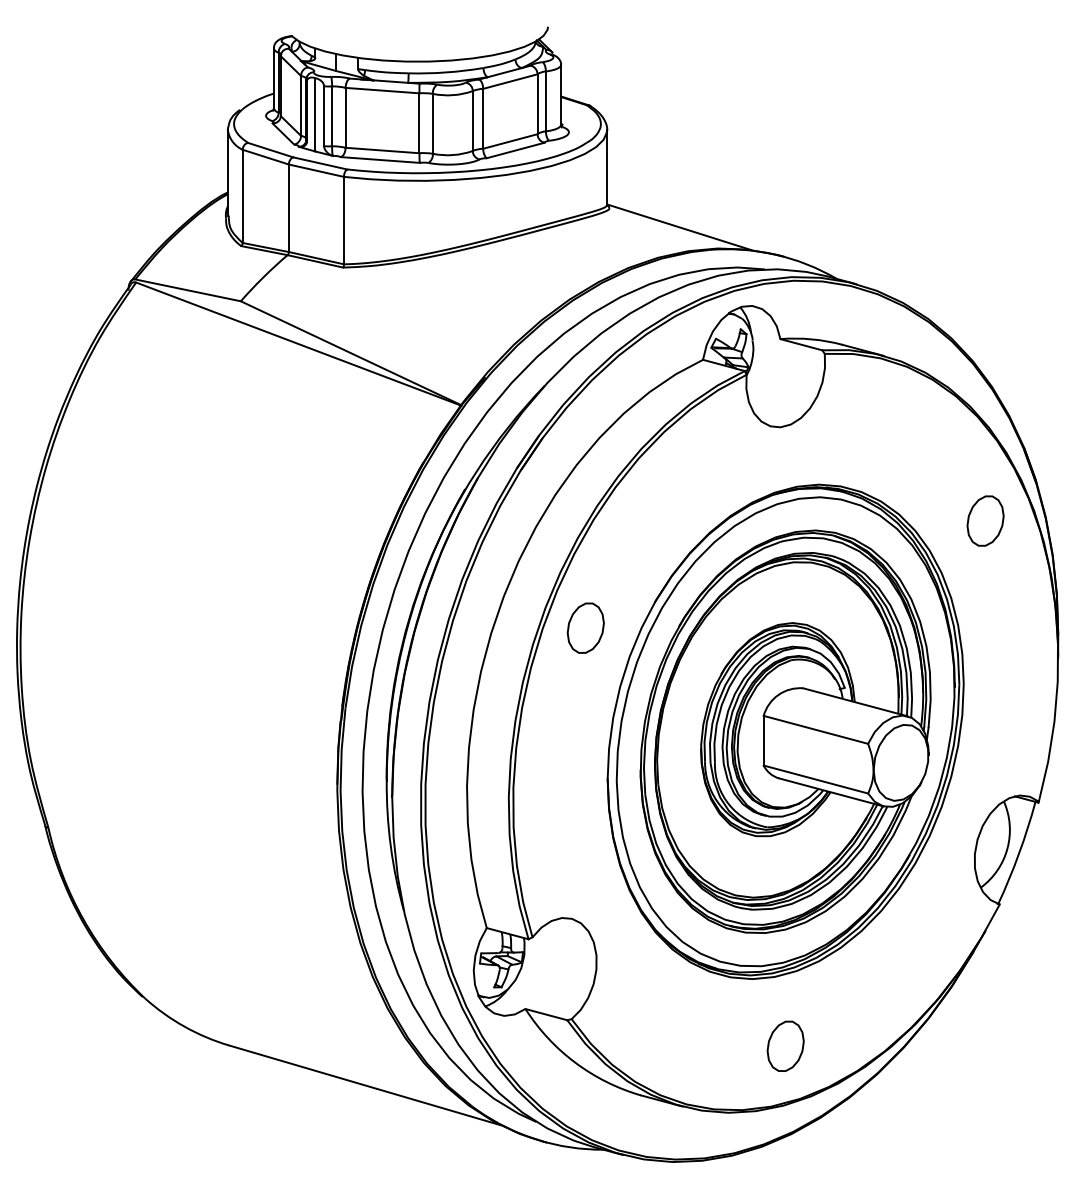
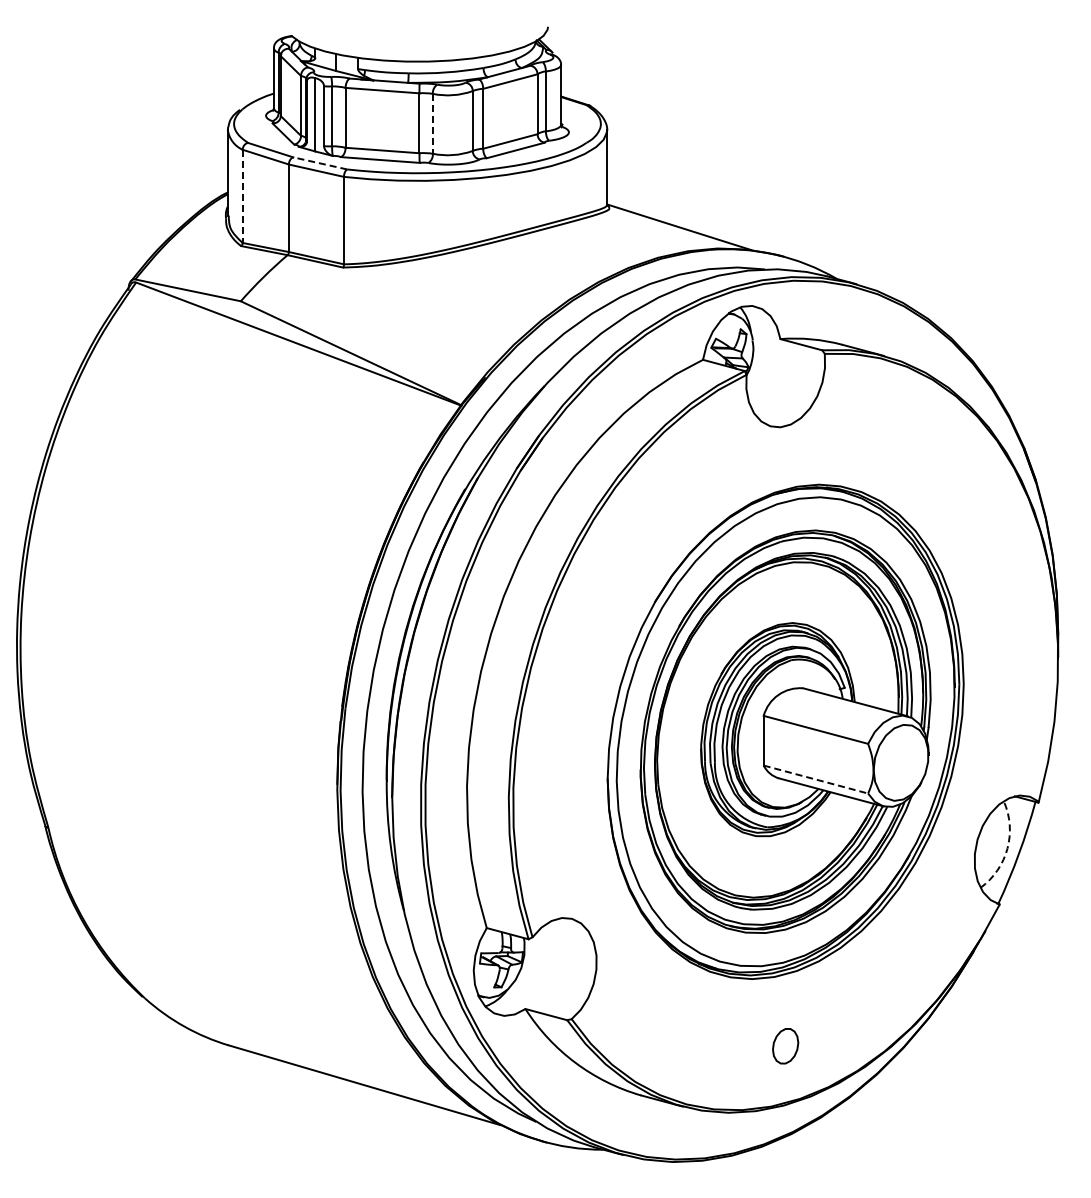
line at (432, 123): solid -> dashed
line at (320, 163): solid -> dashed
line at (242, 196): solid -> dashed
part at (985, 520): present -> none
part at (585, 627): present -> none
line at (816, 779): solid -> dashed
arc at (1007, 848): solid -> dashed
part at (785, 1045) size: 39x52 px -> 28x37 px
